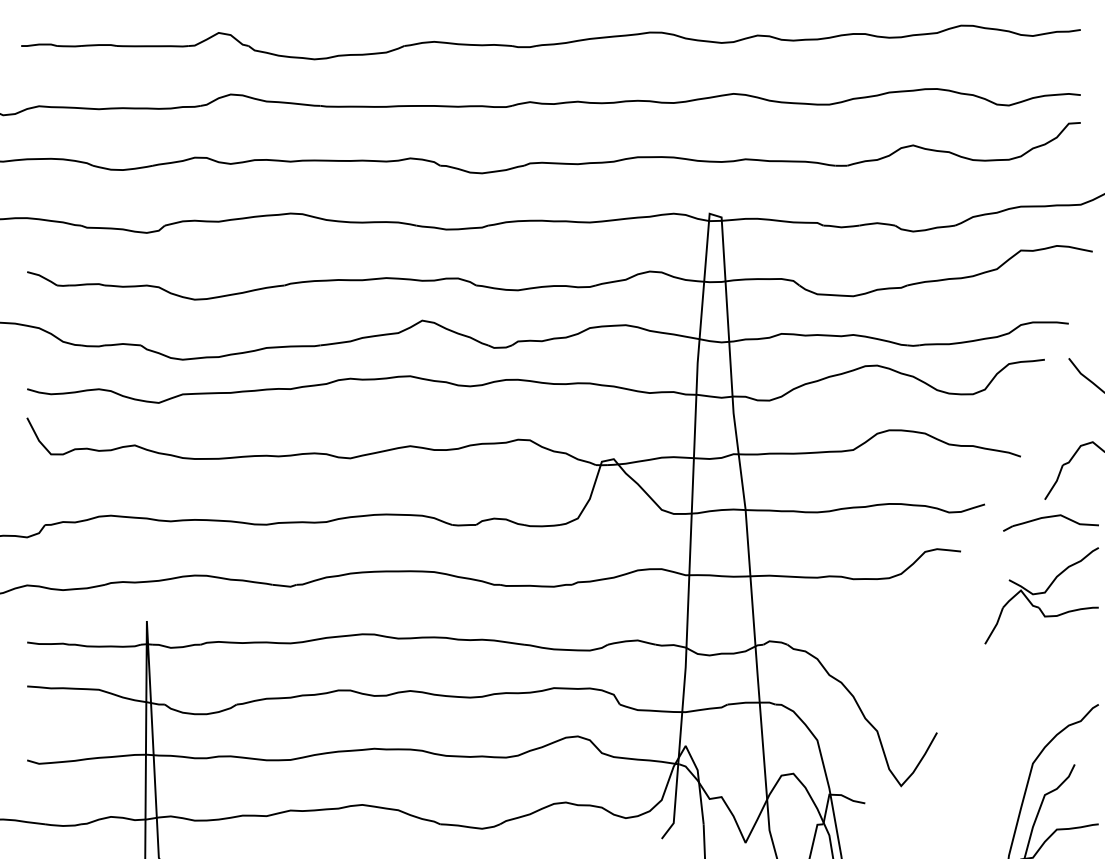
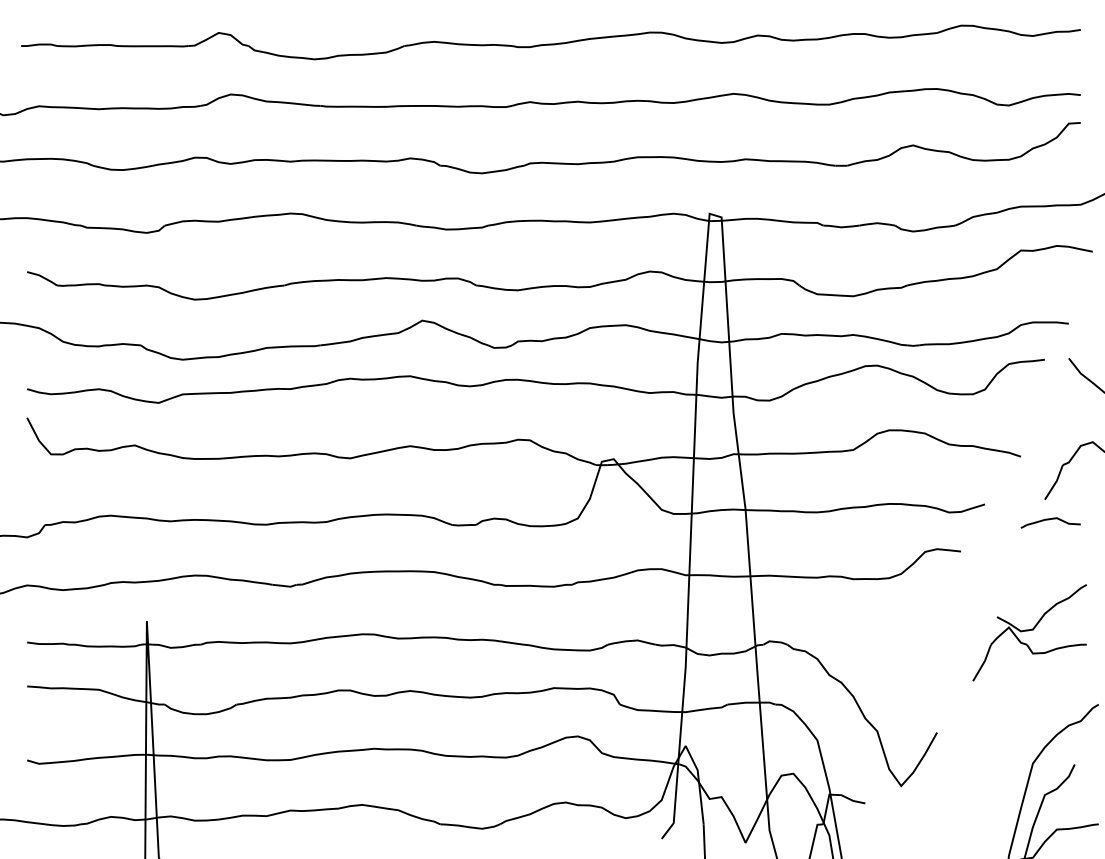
part at (1050, 522) size: 96x18 px -> 61x12 px
part at (1041, 595) position: (1041, 595) -> (1029, 632)
